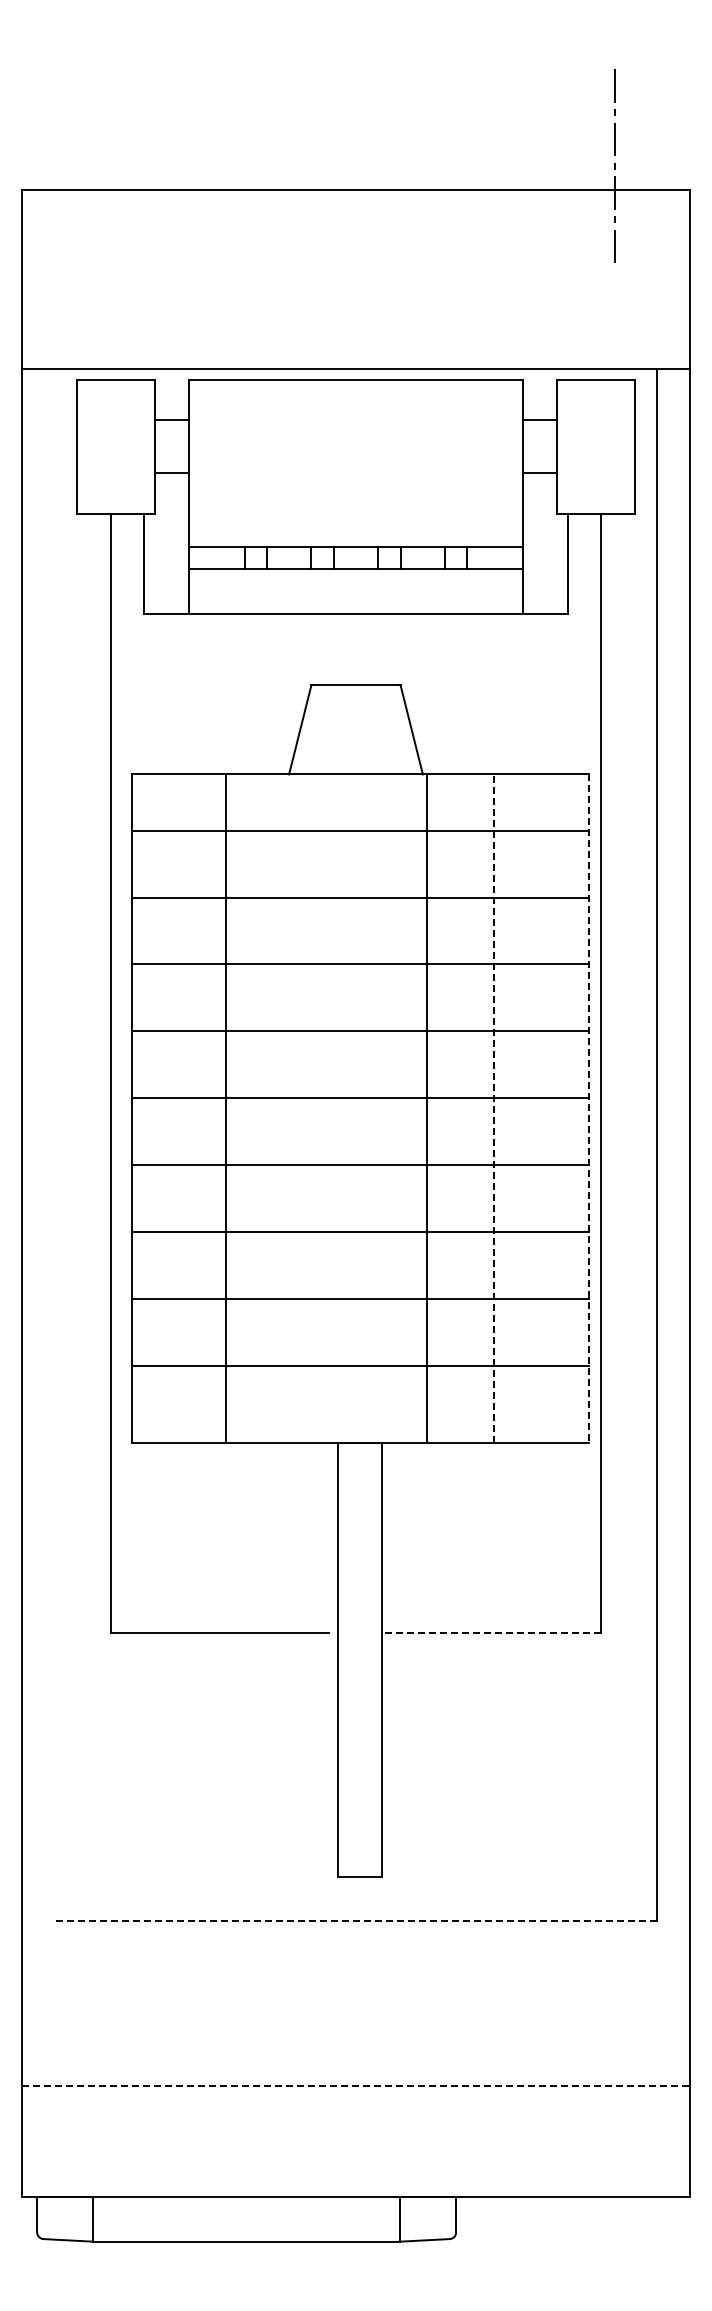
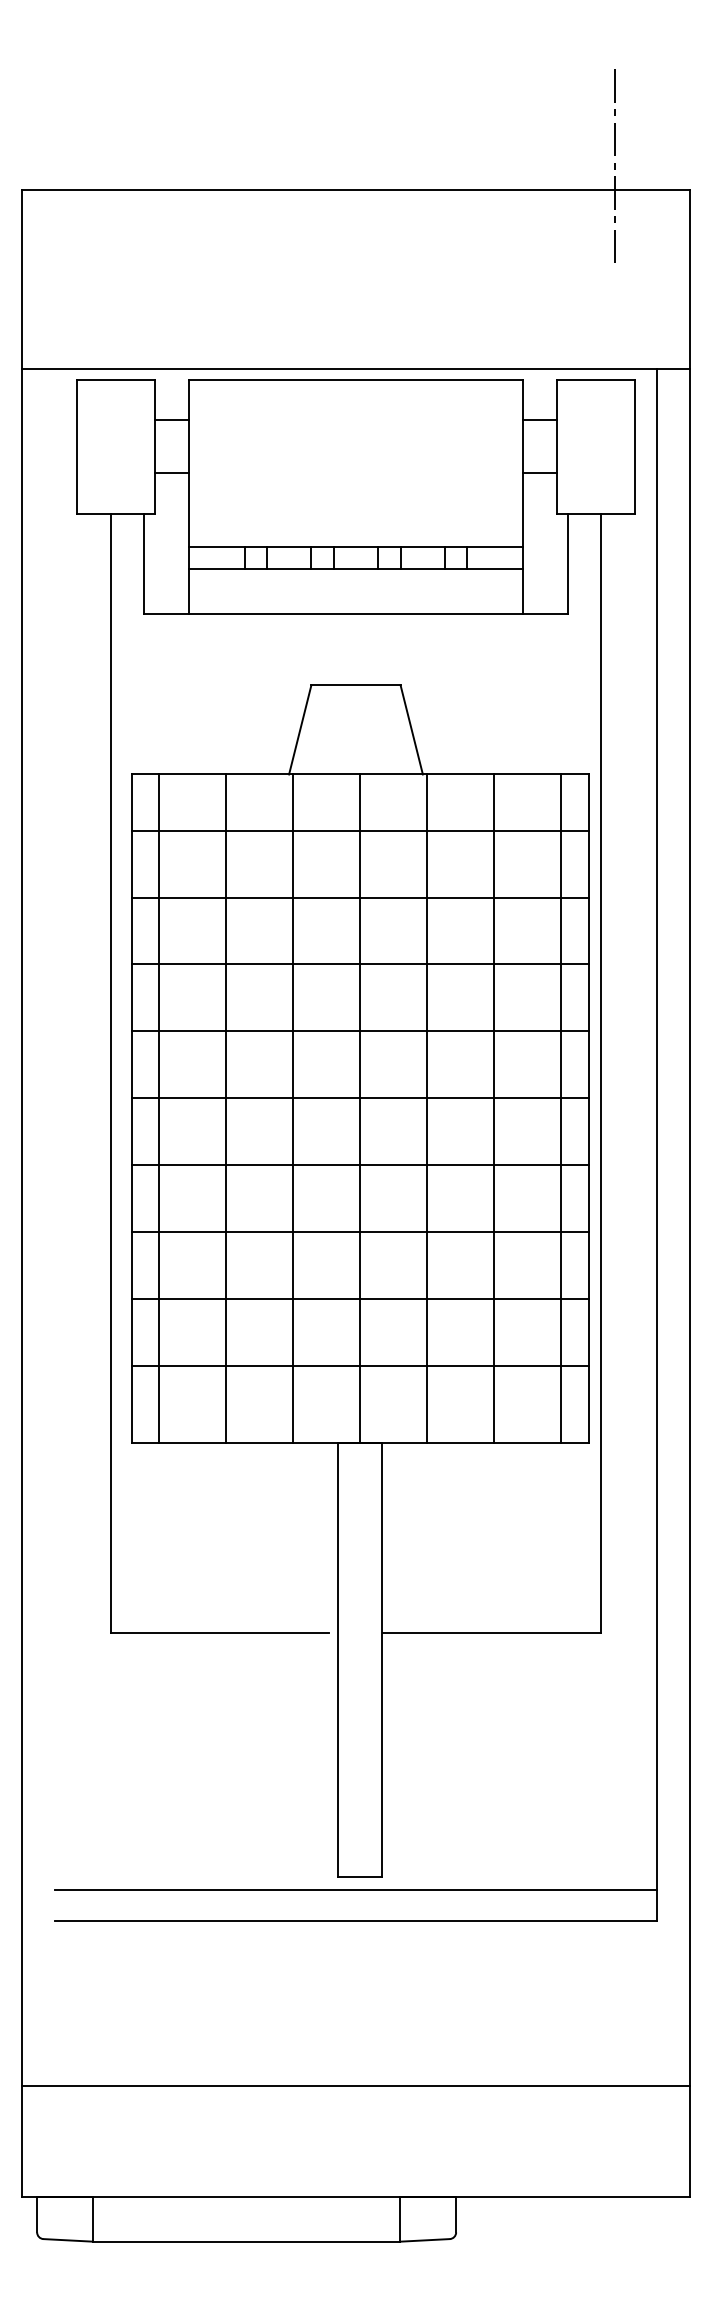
line at (159, 1108): none -> present
line at (293, 1108): none -> present
line at (360, 1108): none -> present
line at (493, 1108): dashed -> solid
line at (560, 1108): none -> present
line at (588, 1109): dashed -> solid
line at (491, 1632): dashed -> solid
line at (355, 1890): none -> present
line at (355, 1921): dashed -> solid
line at (356, 2085): dashed -> solid
